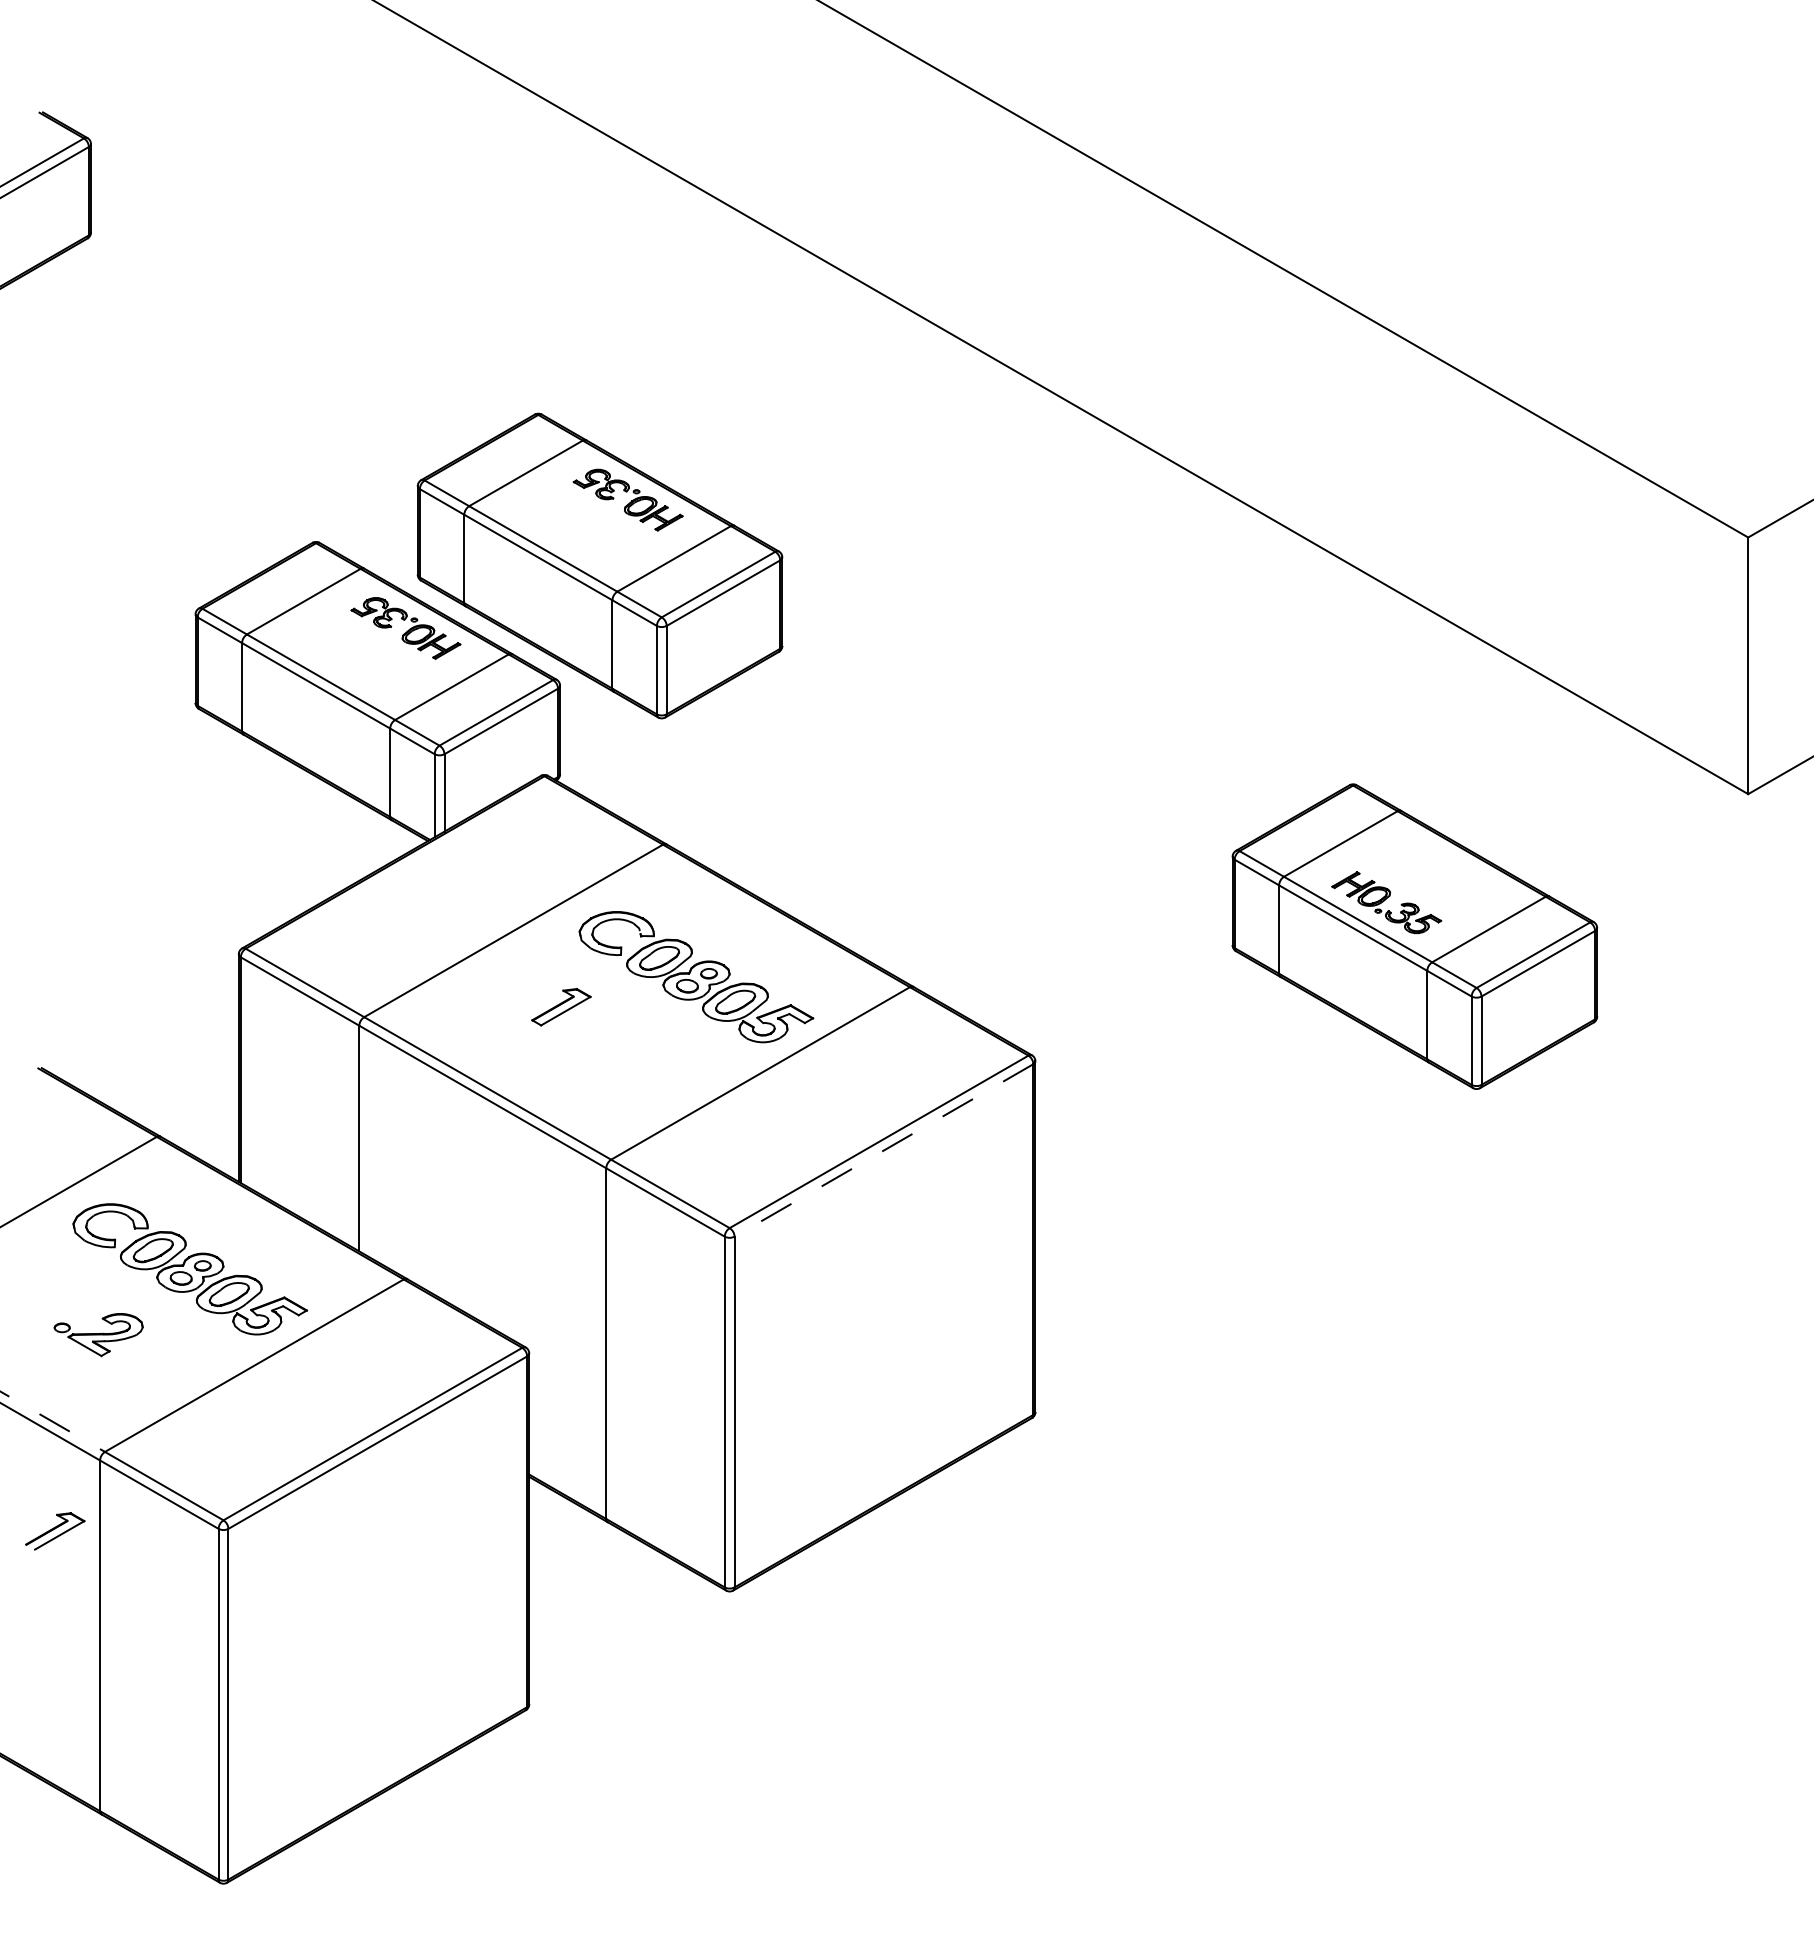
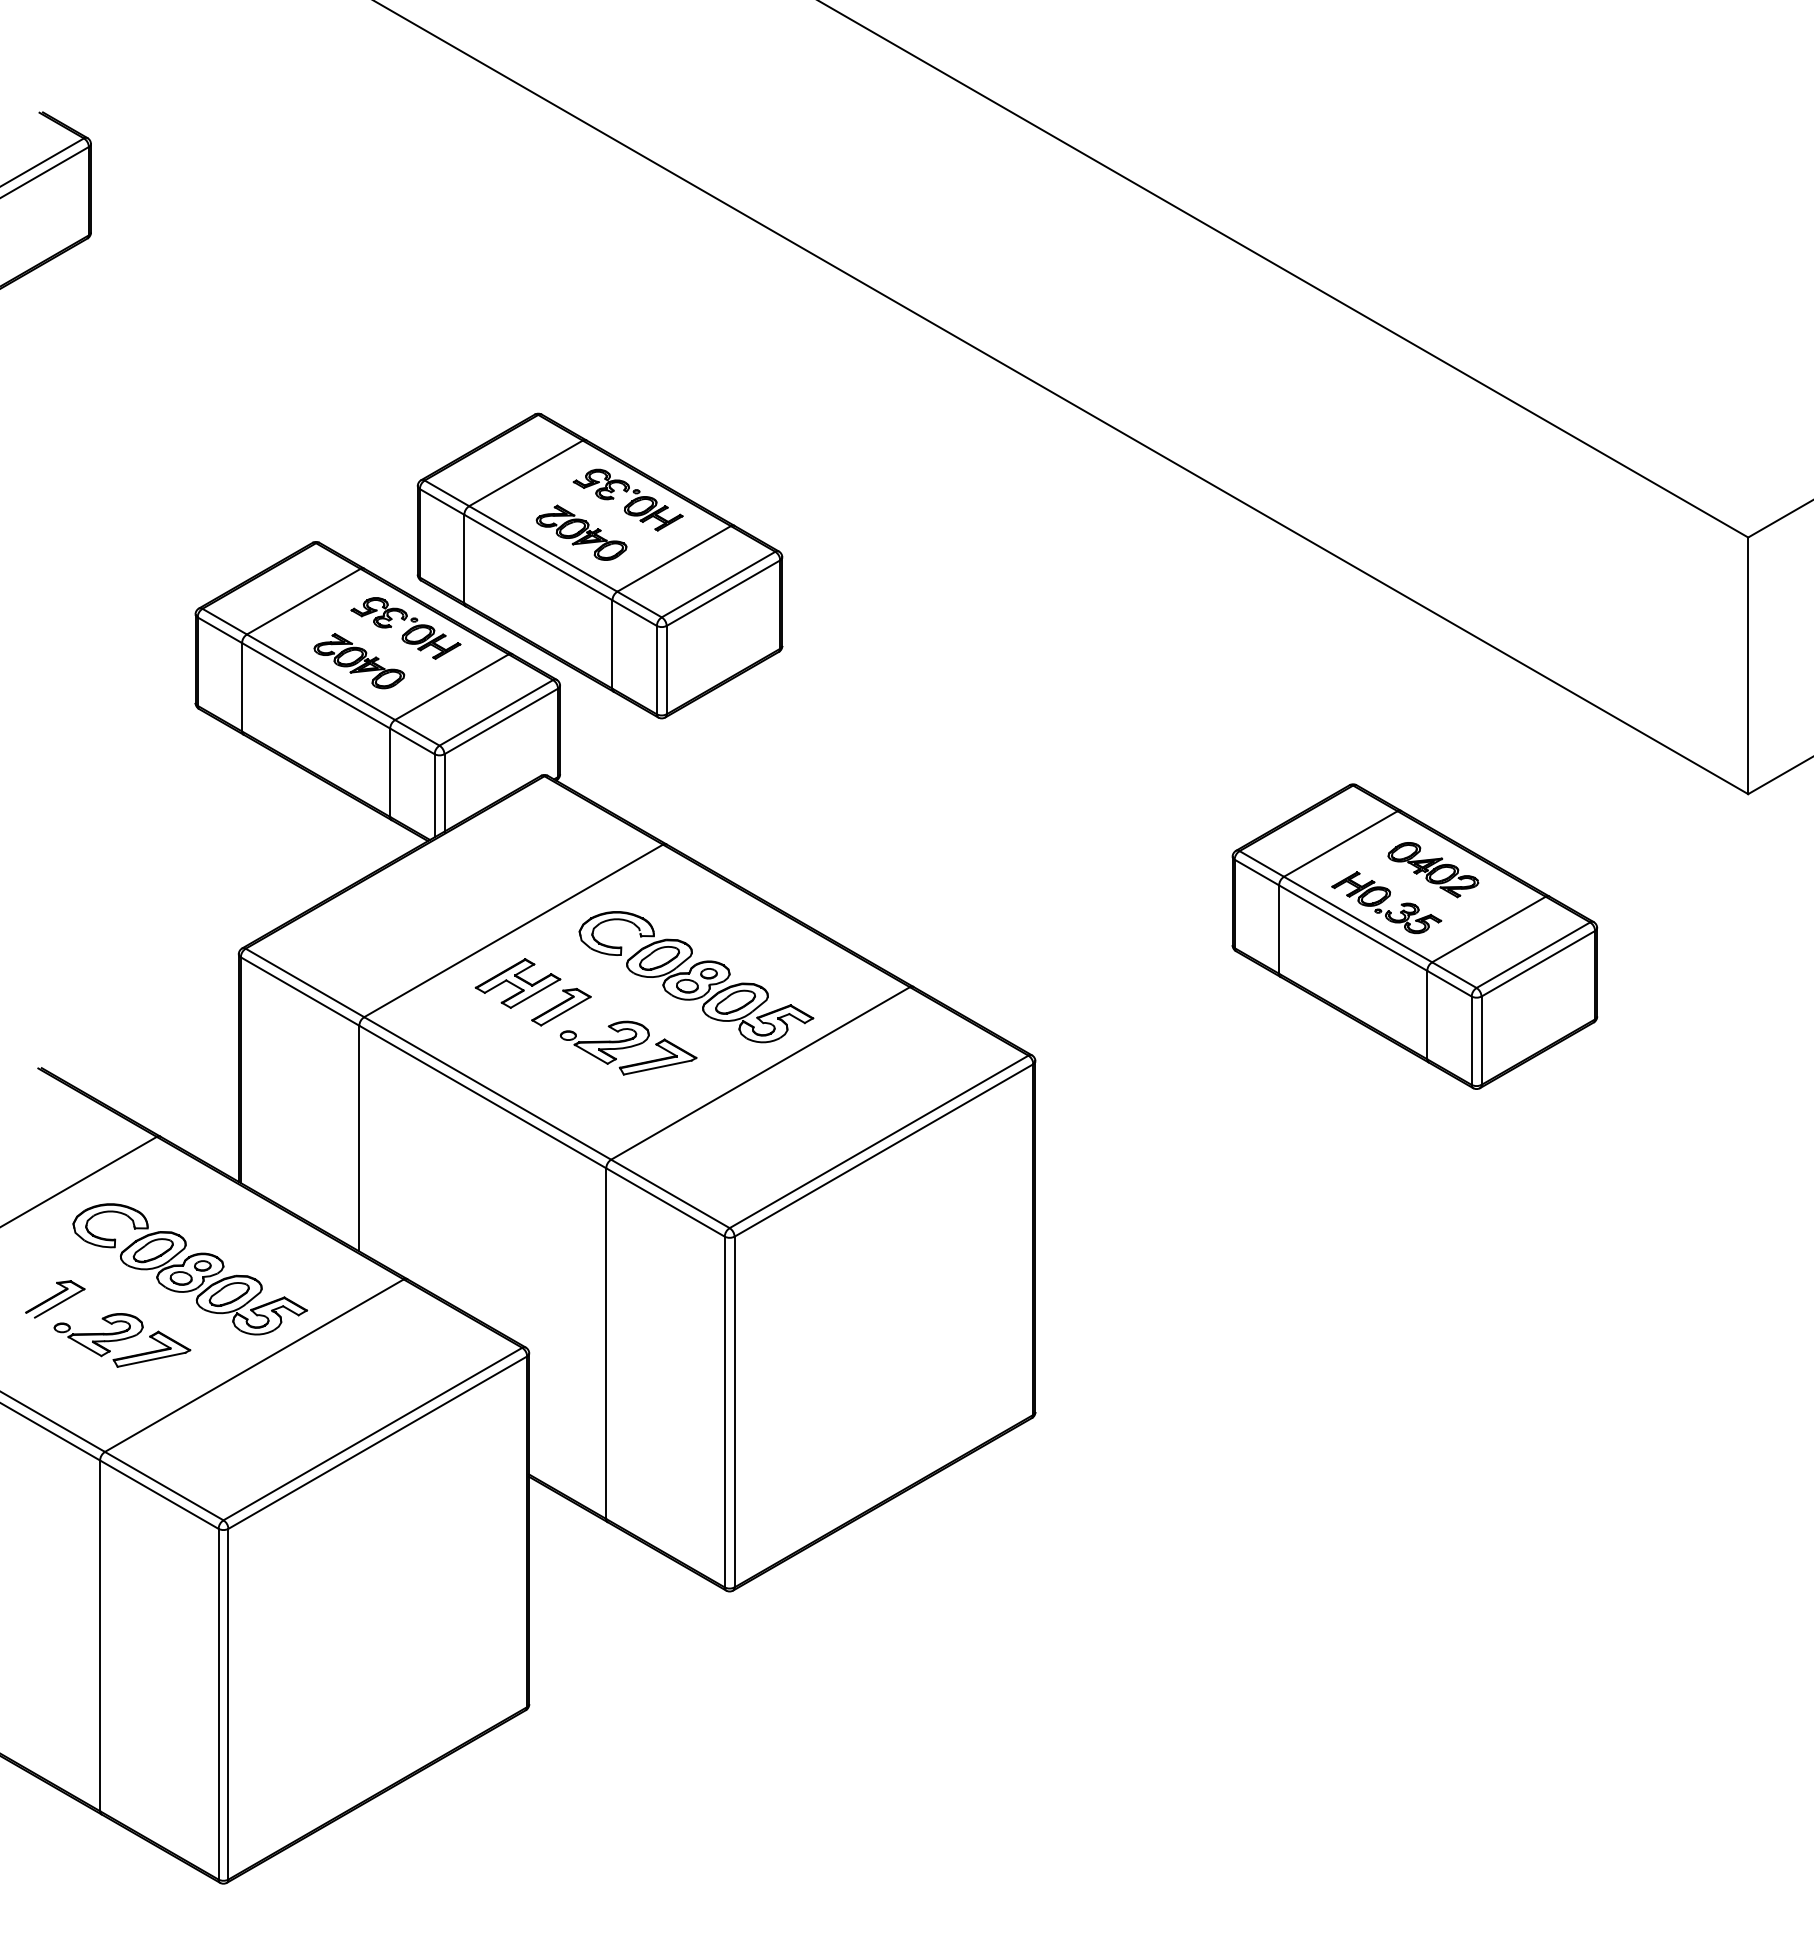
part at (581, 532): none -> present
part at (359, 661): none -> present
part at (1433, 870): none -> present
part at (517, 983): none -> present
part at (628, 1047): none -> present
line at (883, 1150): dashed -> solid
part at (151, 1348): none -> present
line at (53, 1422): dashed -> solid
part at (55, 1531) position: (55, 1531) -> (55, 1299)
